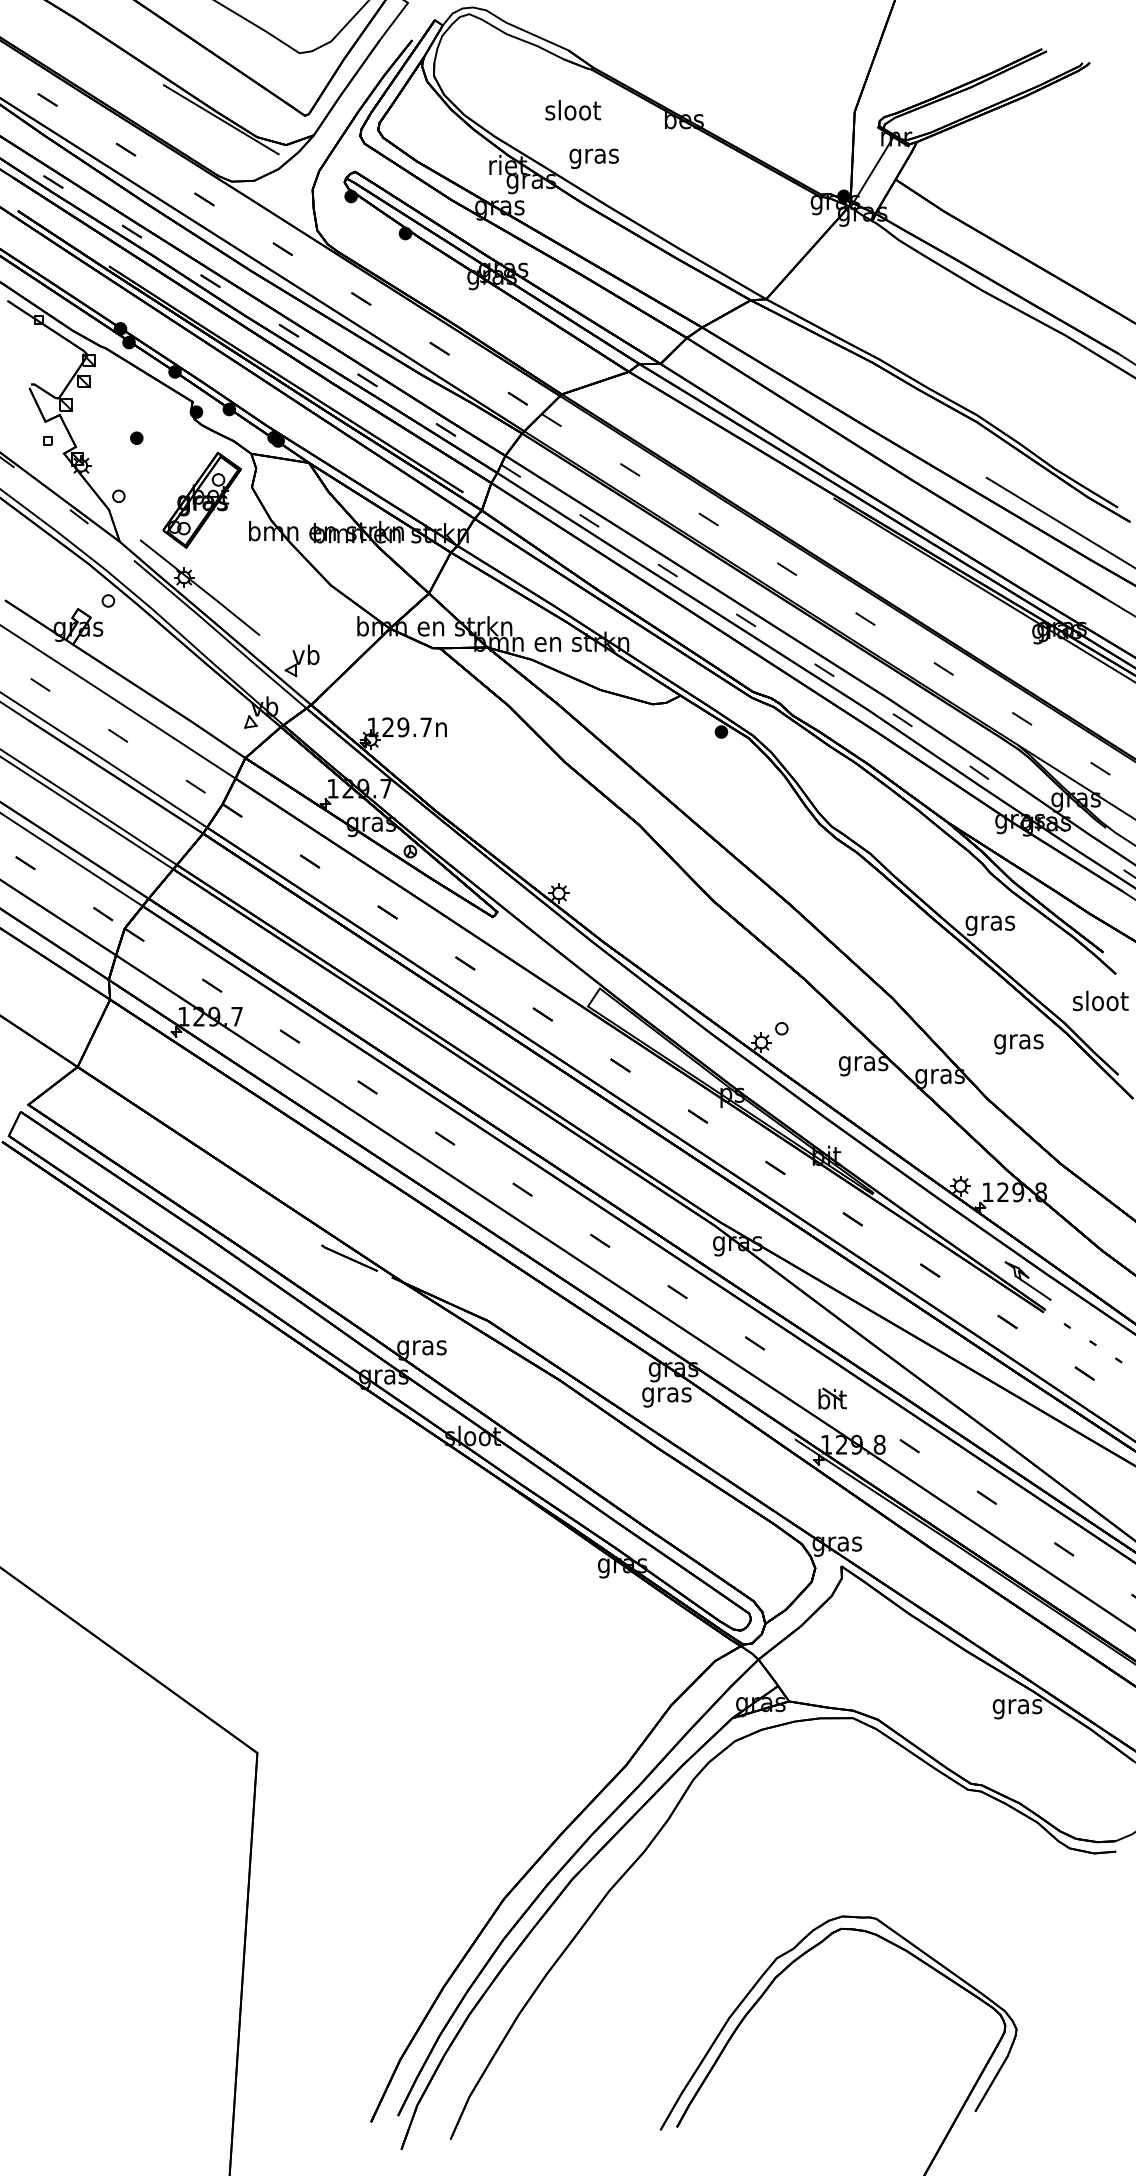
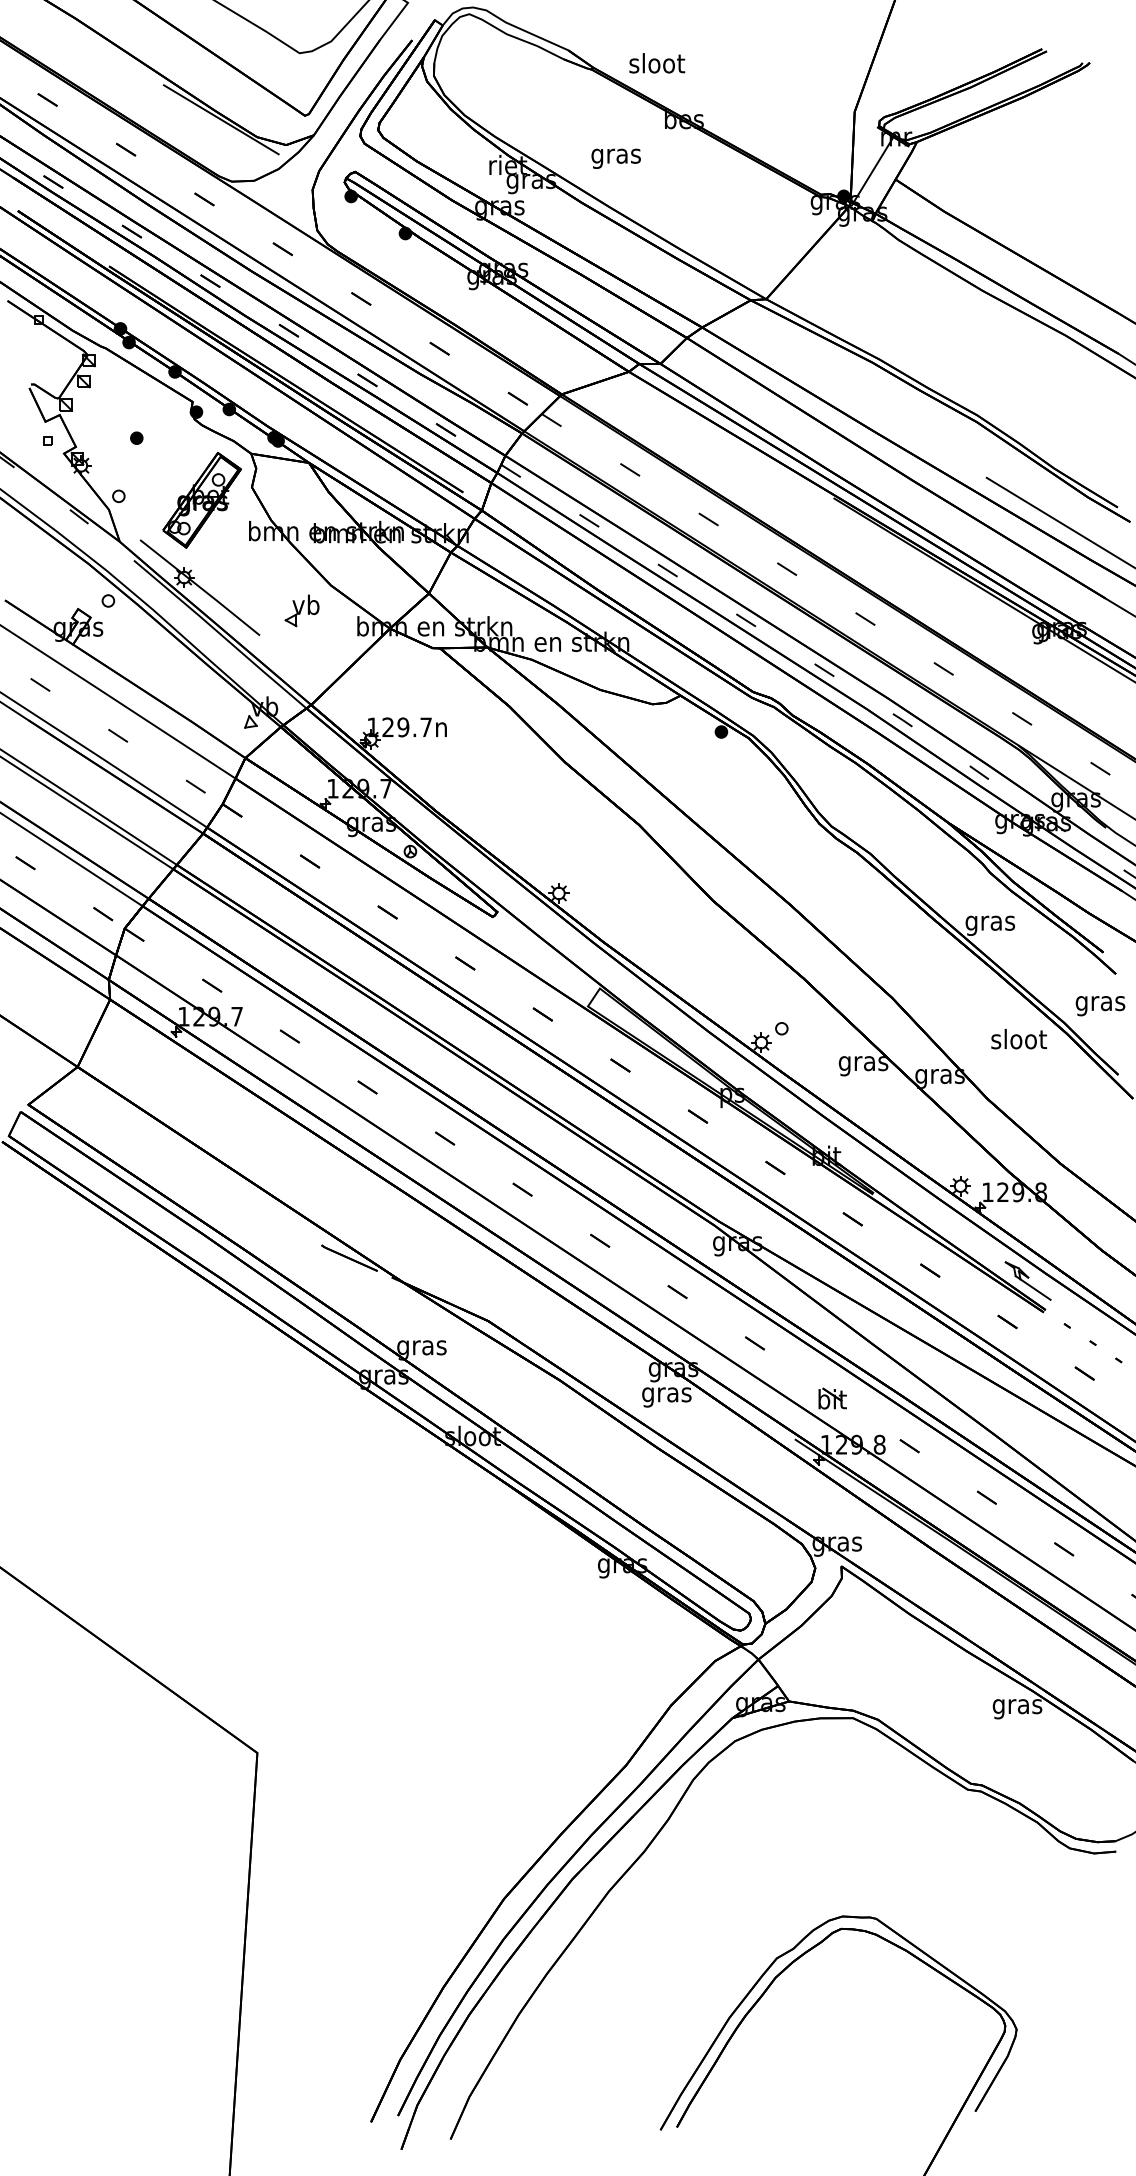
text at (573, 110) position: (573, 110) -> (657, 63)
text at (593, 158) position: (593, 158) -> (615, 158)
part at (301, 660) position: (301, 660) -> (301, 610)
text at (1100, 1003): sloot -> gras
text at (1019, 1041): gras -> sloot
